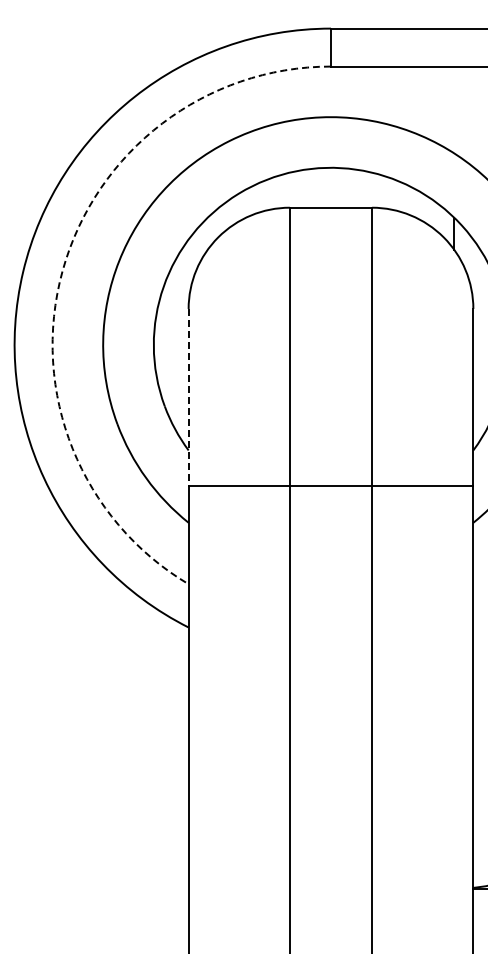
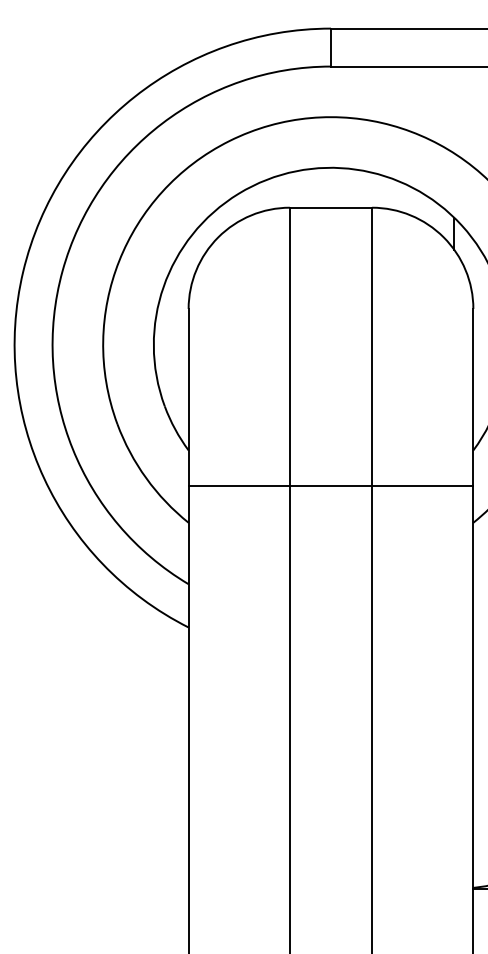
arc at (62, 271): dashed -> solid
line at (188, 397): dashed -> solid
